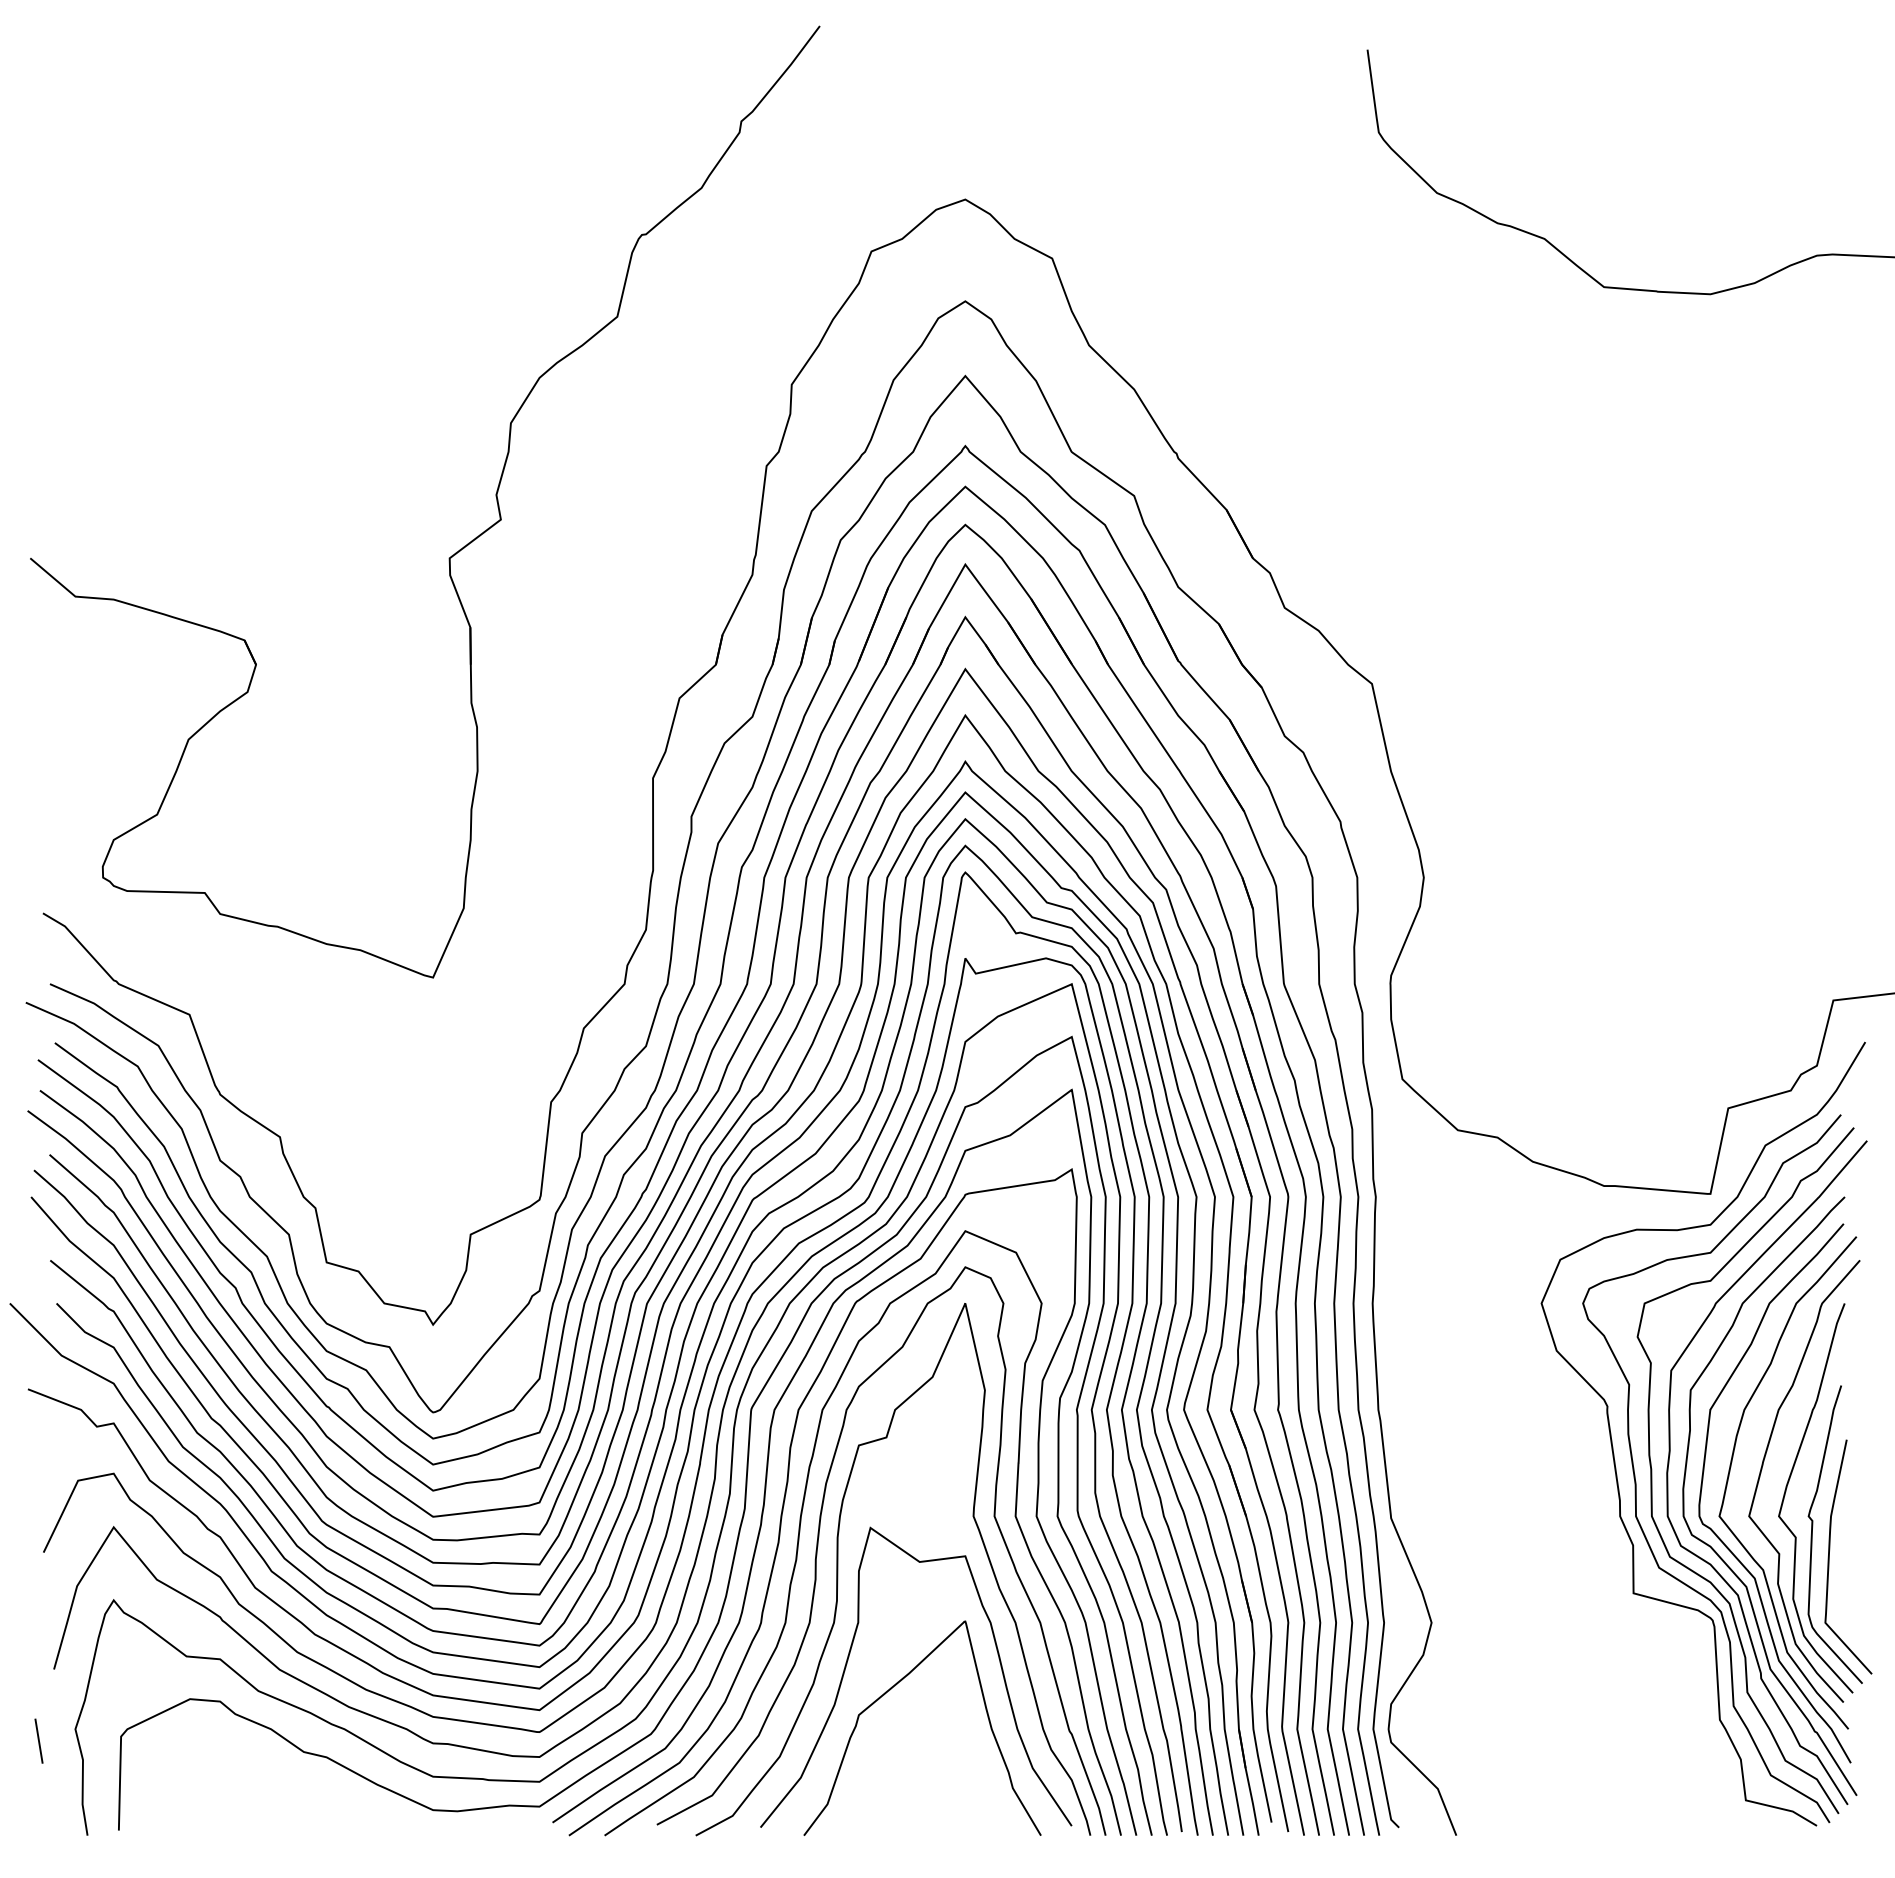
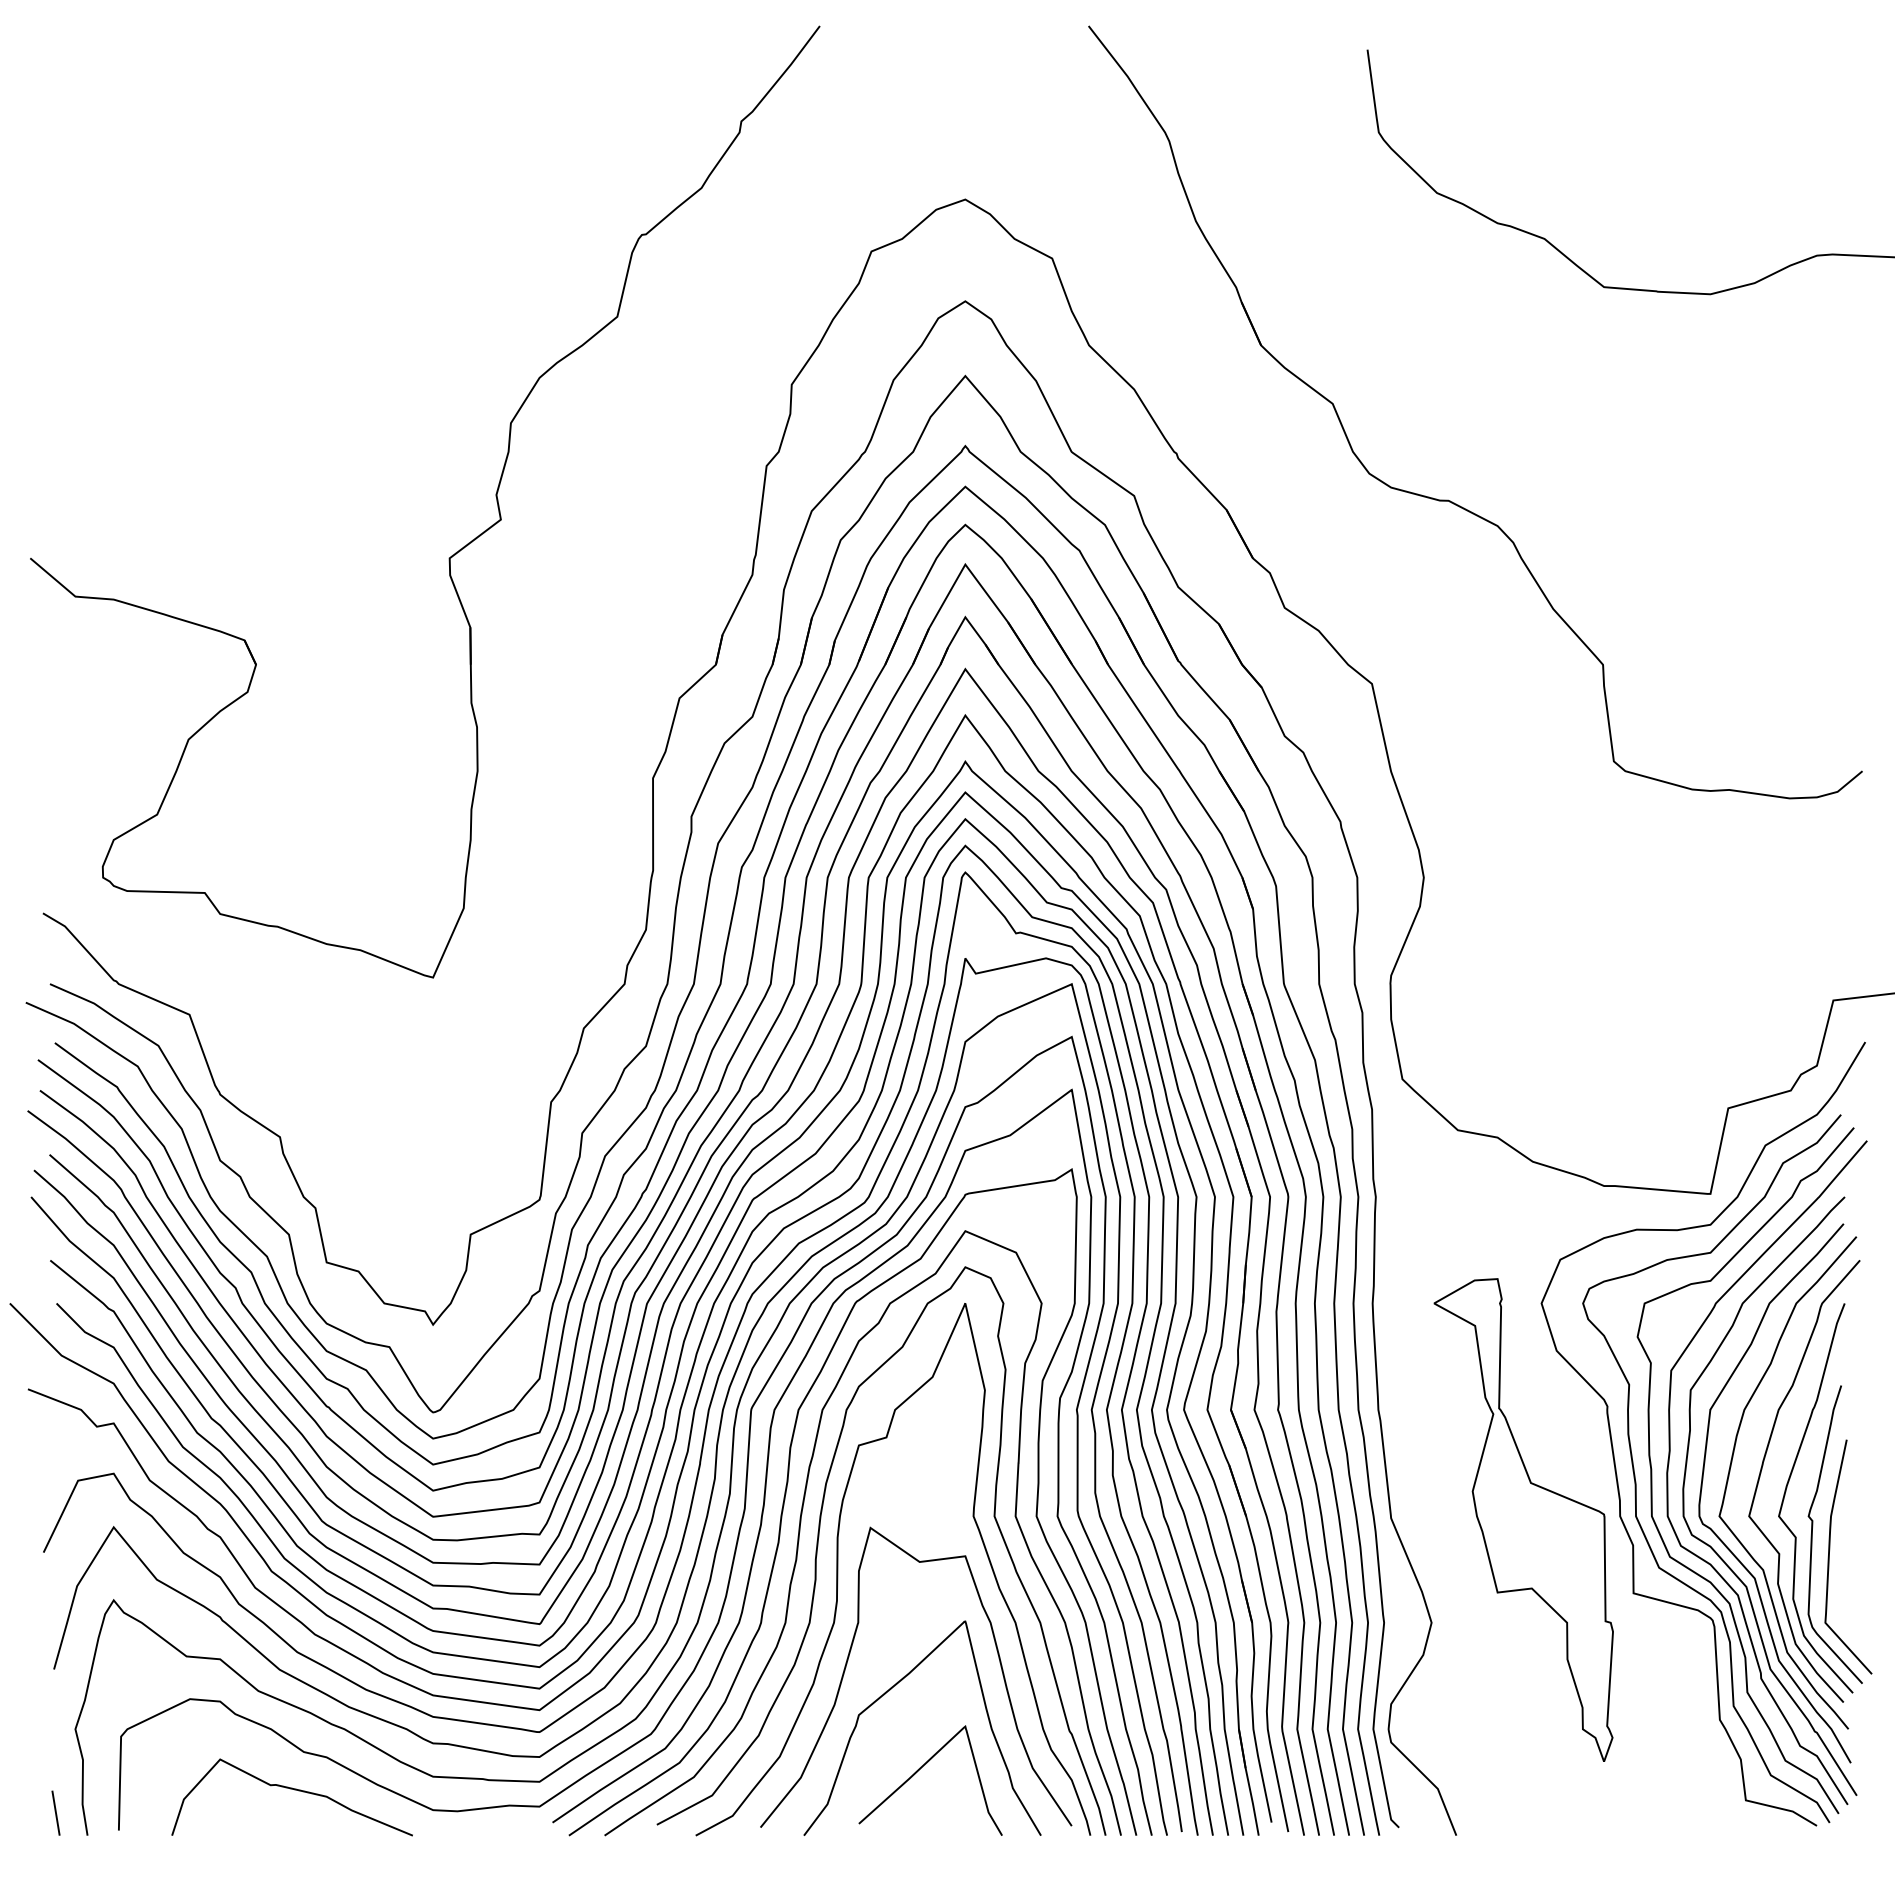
part at (1448, 499): none -> present
part at (1523, 1519): none -> present
line at (38, 1740) position: (38, 1740) -> (55, 1812)
curve at (920, 1769): none -> present
curve at (294, 1790): none -> present
